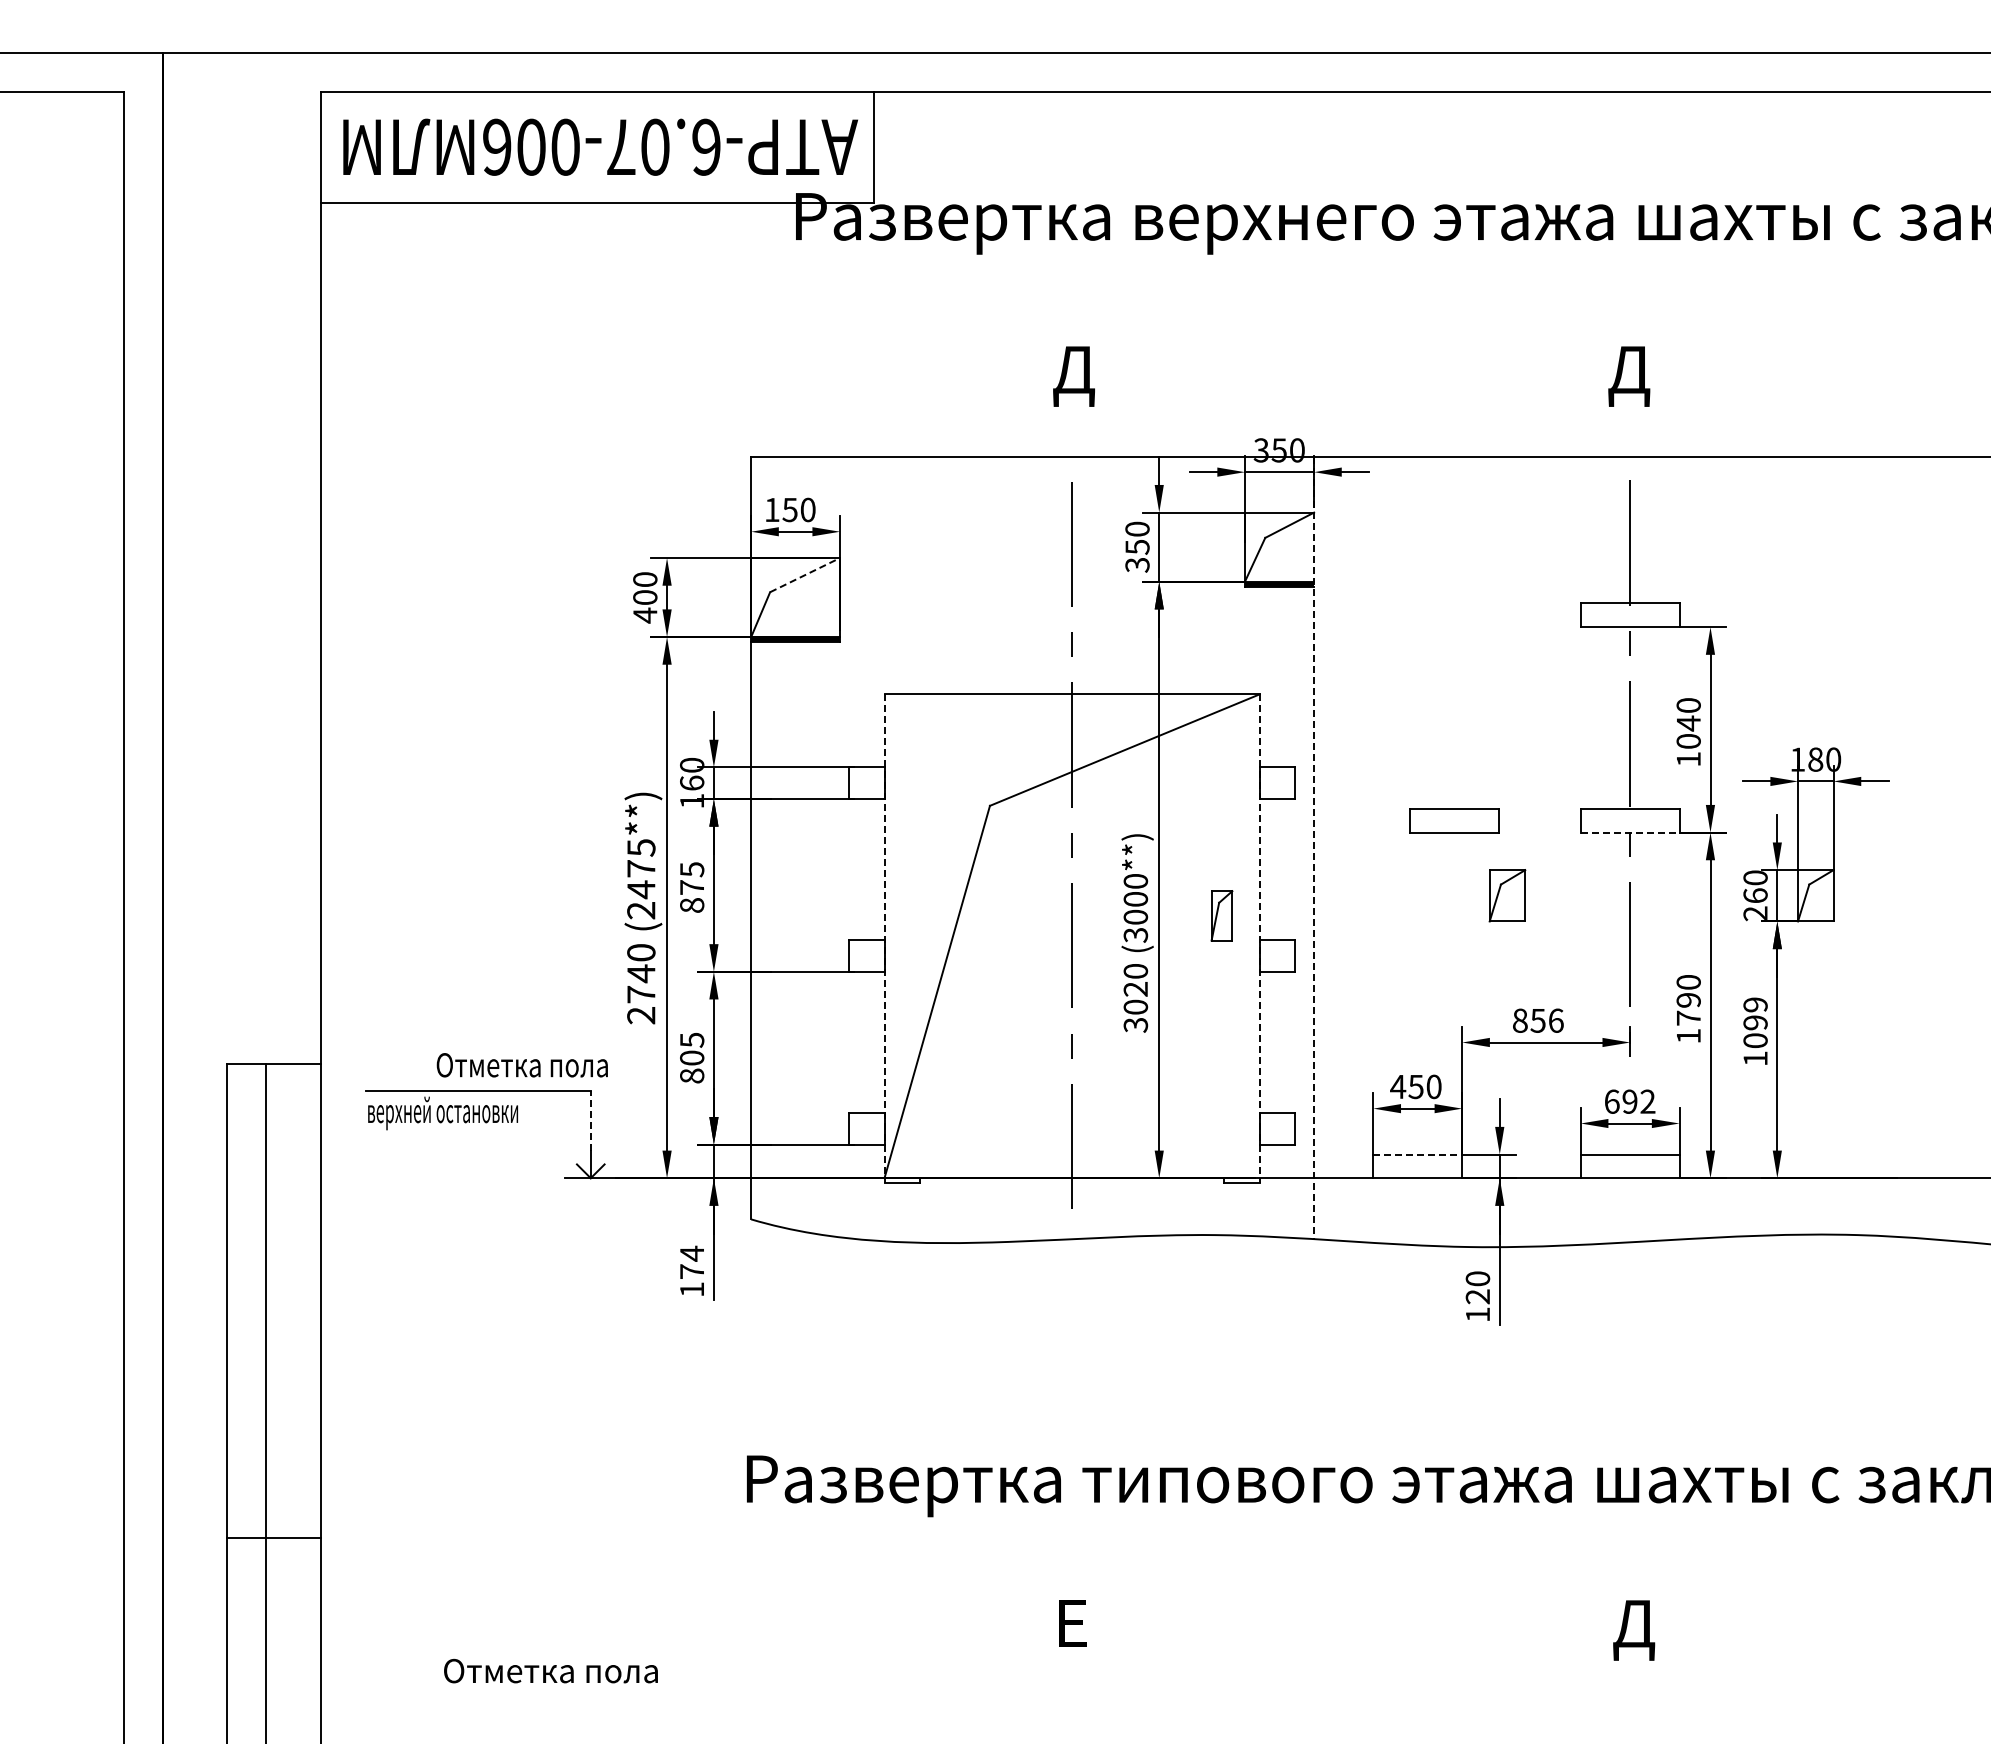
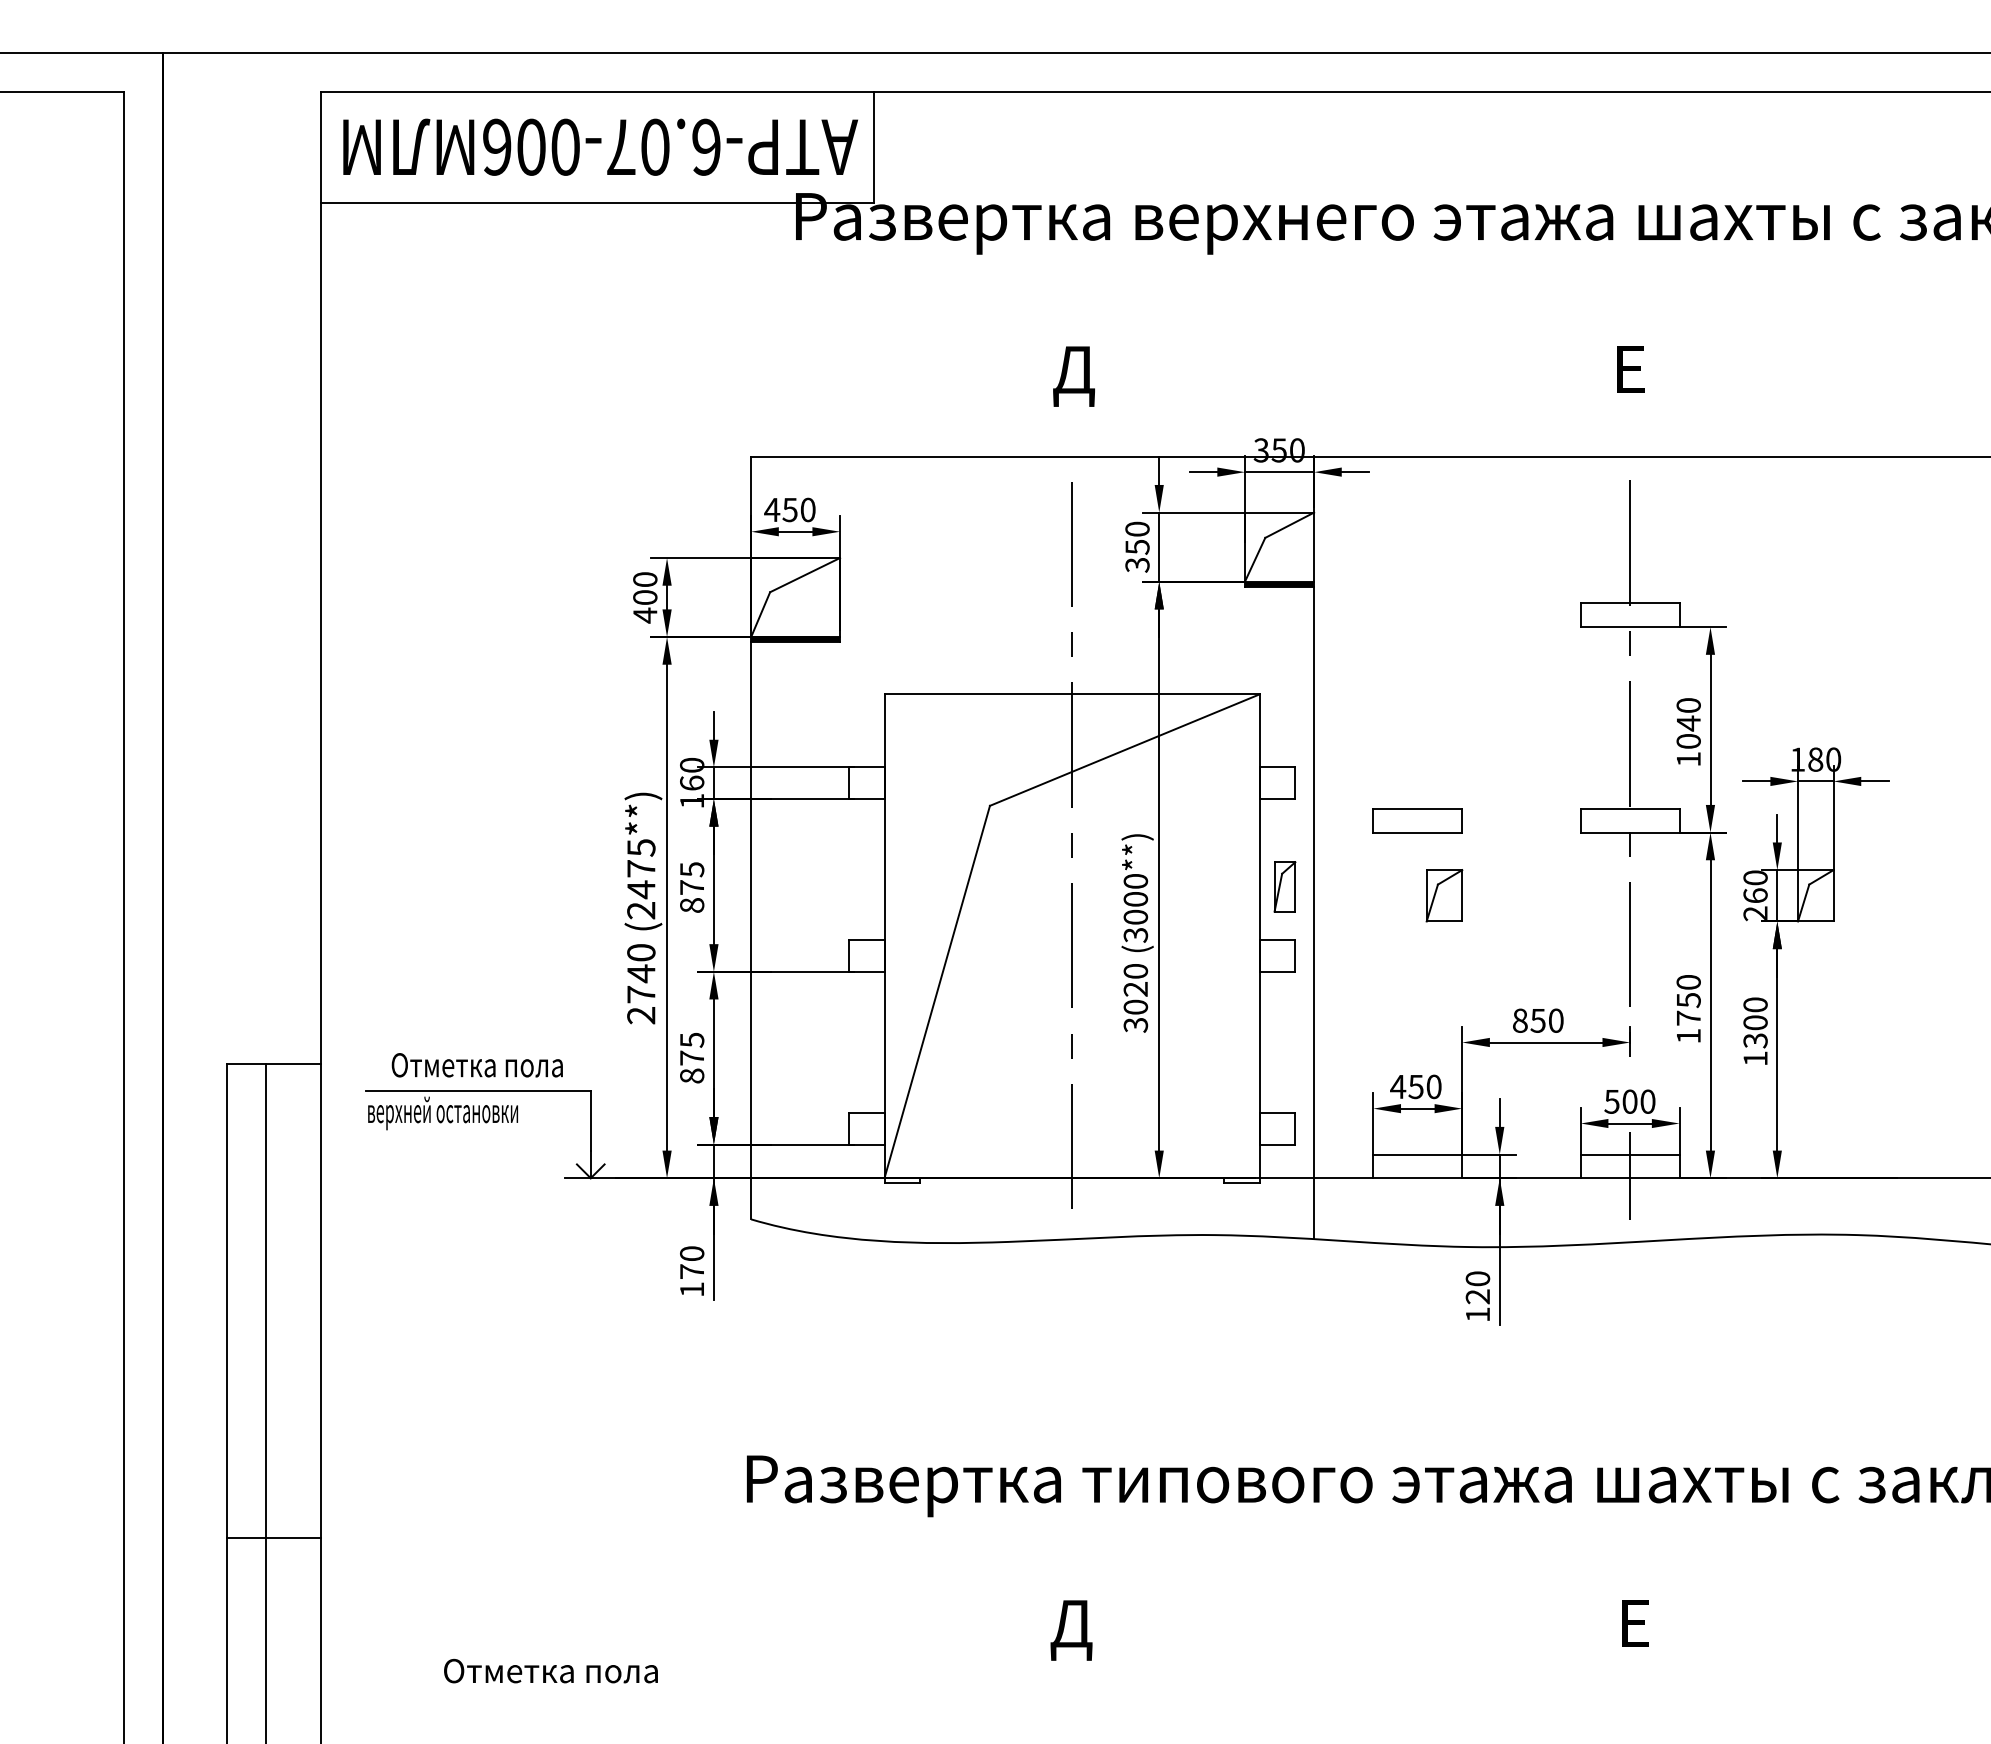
text at (1629, 376): Д -> Е
text at (772, 509): 150 -> 450
line at (805, 575): dashed -> solid
part at (1454, 820) position: (1454, 820) -> (1417, 820)
line at (1630, 832): dashed -> solid
line at (1314, 848): dashed -> solid
part at (1507, 895) position: (1507, 895) -> (1444, 895)
part at (1221, 915) position: (1221, 915) -> (1284, 886)
line at (884, 939): dashed -> solid
line at (1259, 939): dashed -> solid
text at (1688, 1000): 1790 -> 1750
text at (1556, 1020): 856 -> 850
text at (1755, 1022): 1099 -> 1300
text at (692, 1057): 805 -> 875
text at (521, 1065) position: (521, 1065) -> (476, 1065)
text at (1629, 1101): 692 -> 500
line at (590, 1120): dashed -> solid
line at (1418, 1154): dashed -> solid
line at (1630, 1176): none -> present
text at (692, 1253): 174 -> 170
text at (1071, 1630): Е -> Д
text at (1634, 1630): Д -> Е
